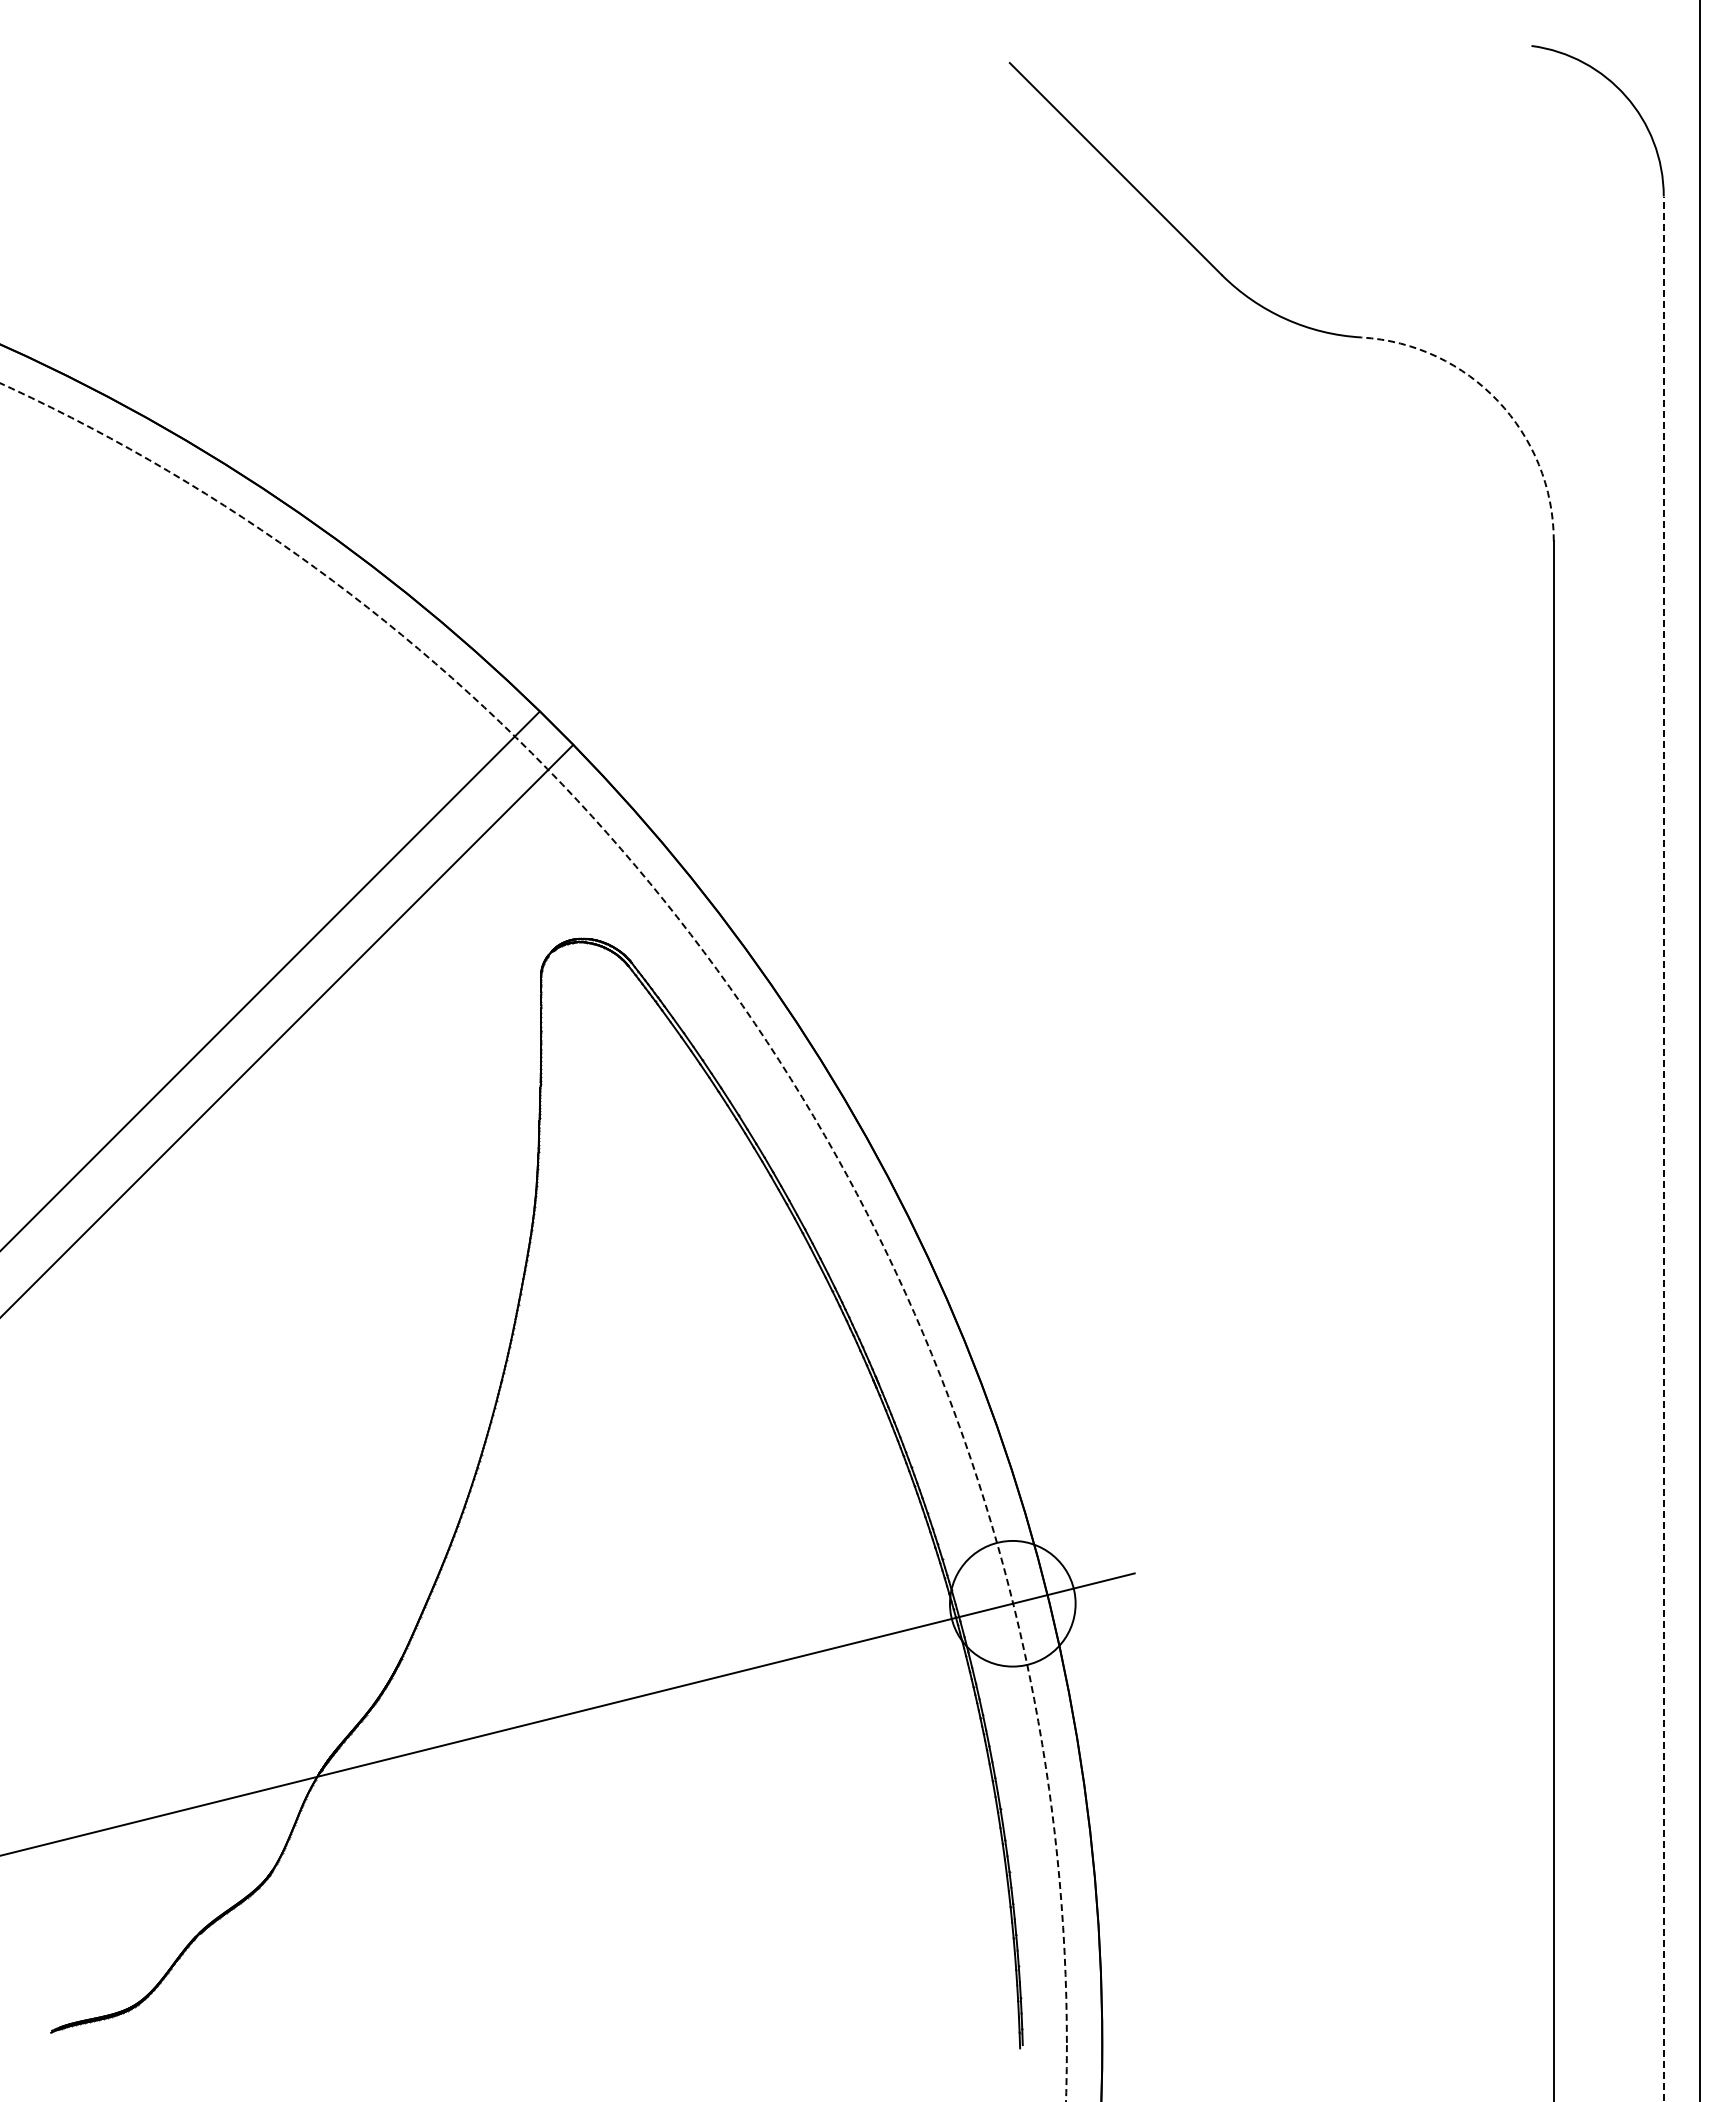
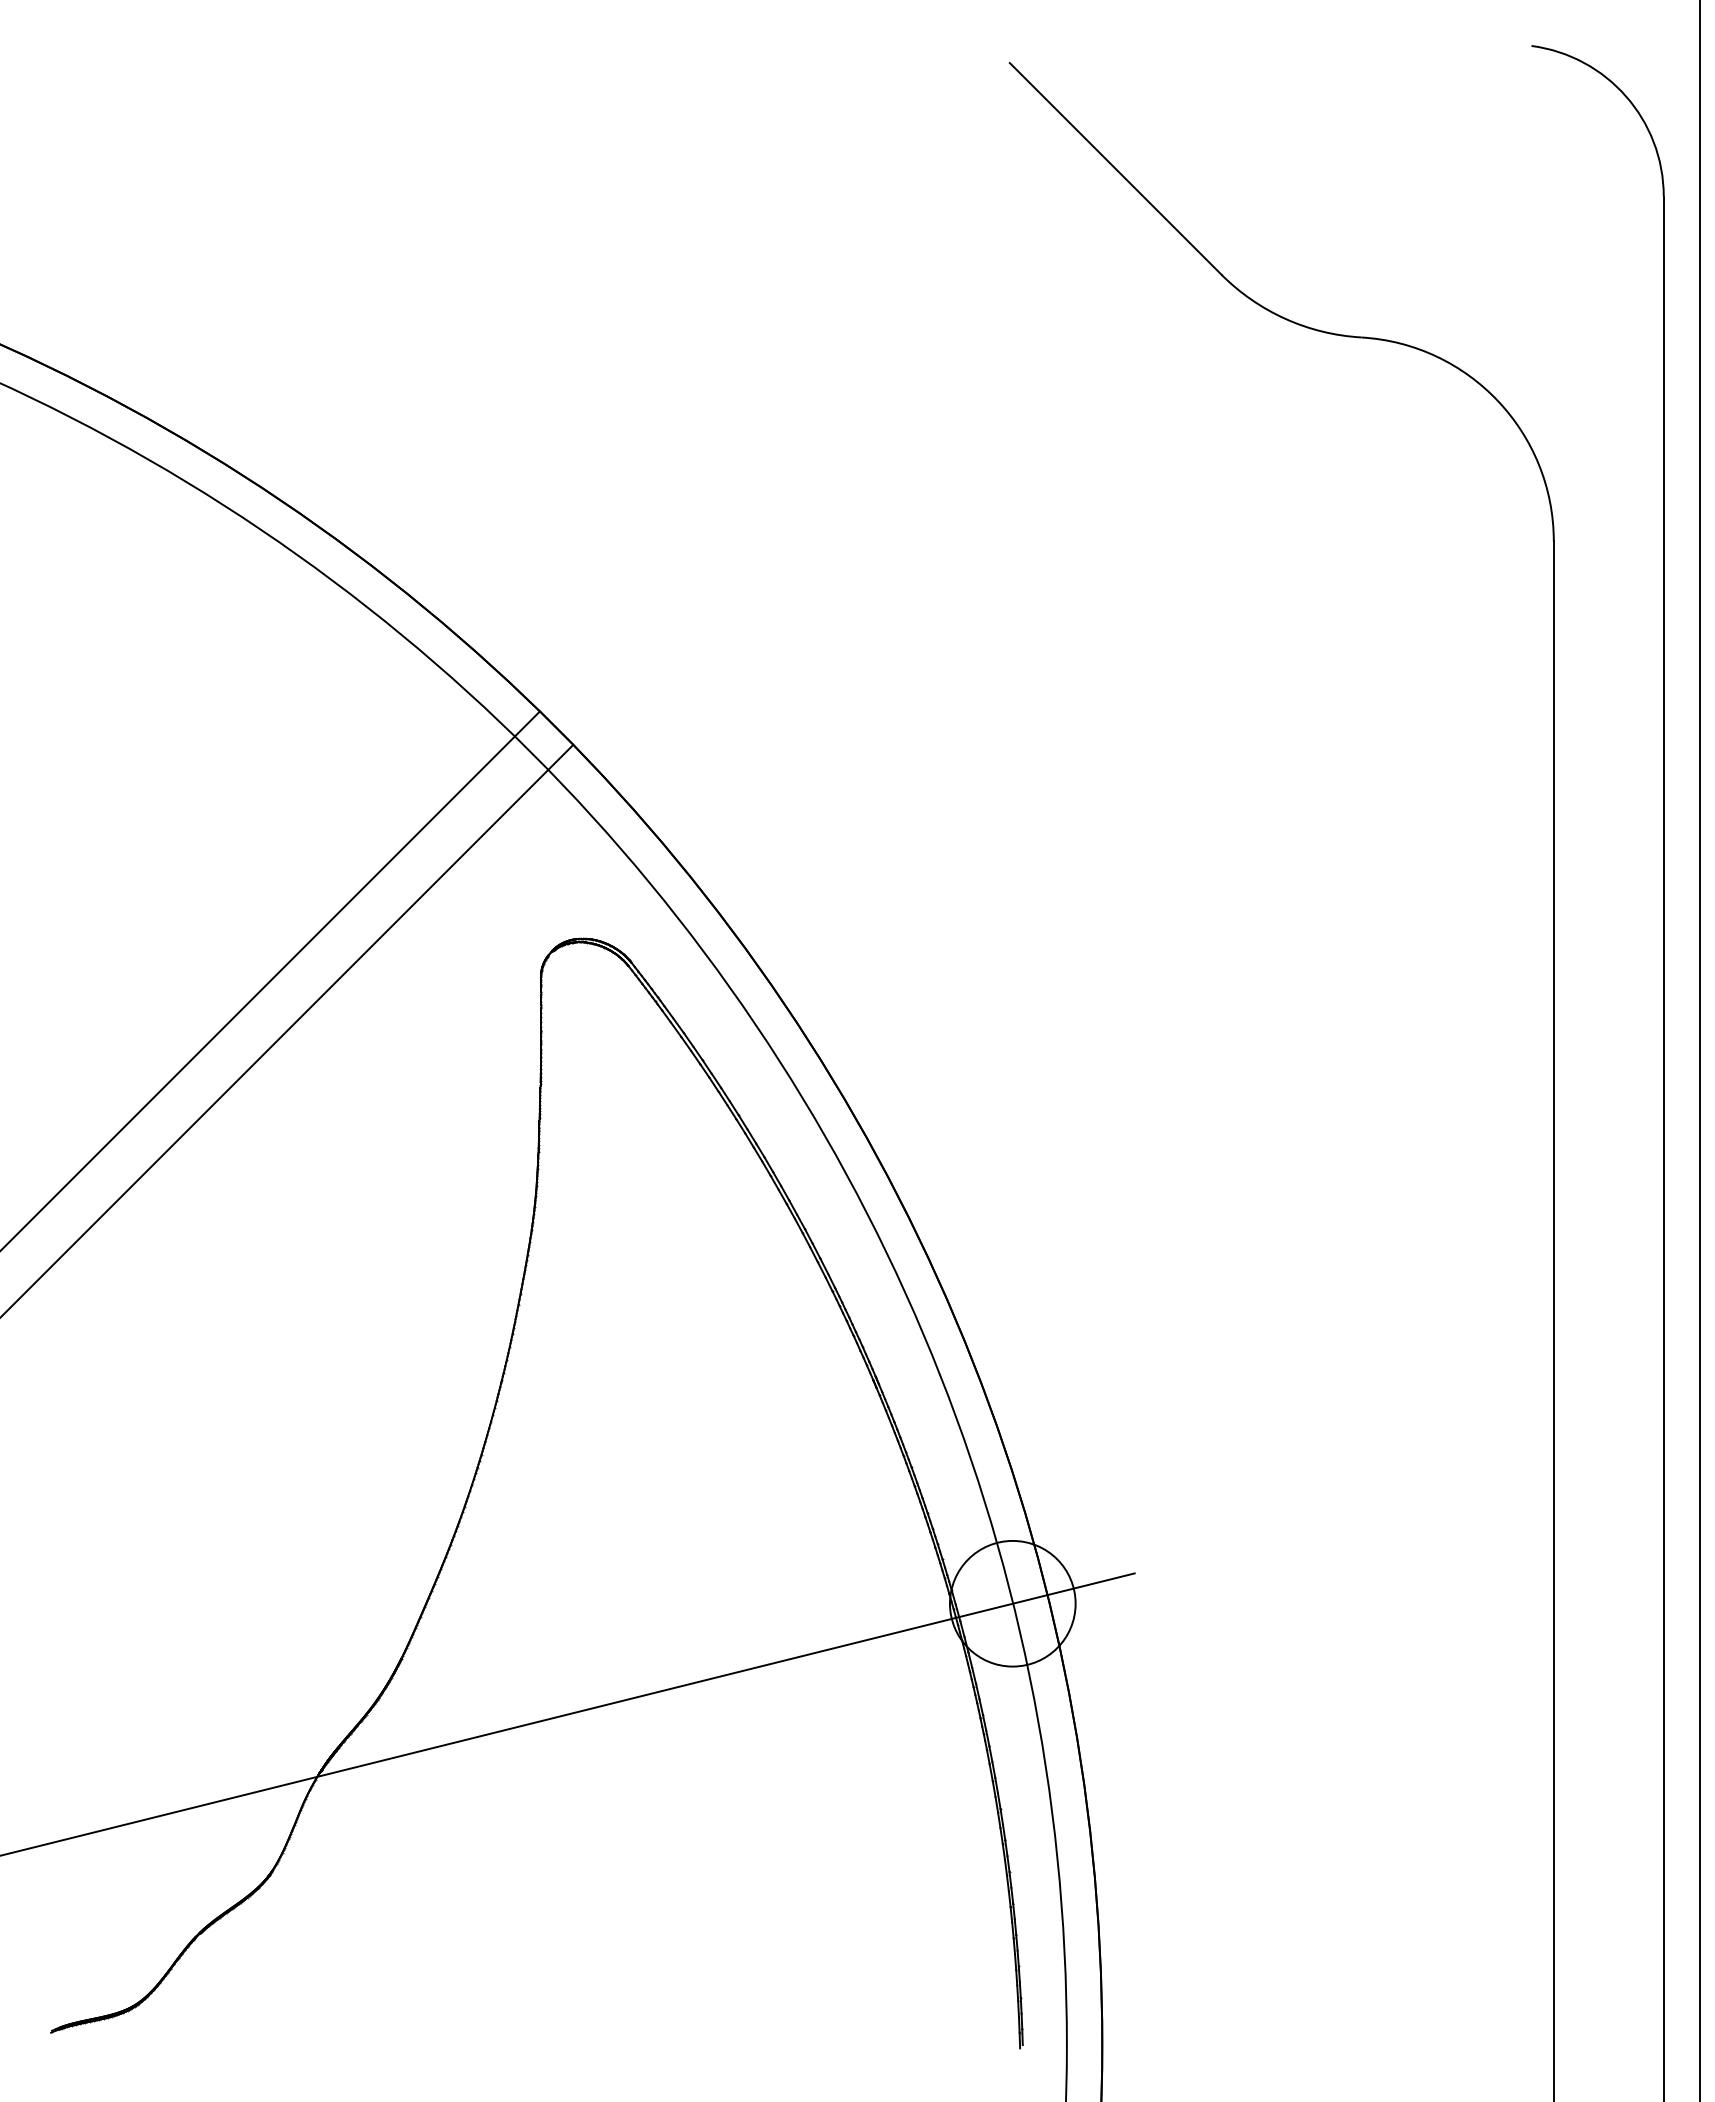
arc at (1498, 401): dashed -> solid
line at (1663, 1148): dashed -> solid
circle at (533, 1242): dashed -> solid
